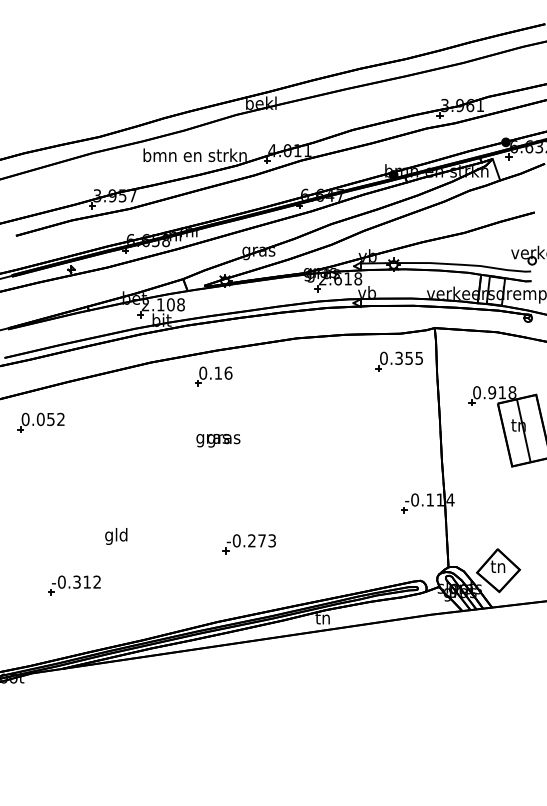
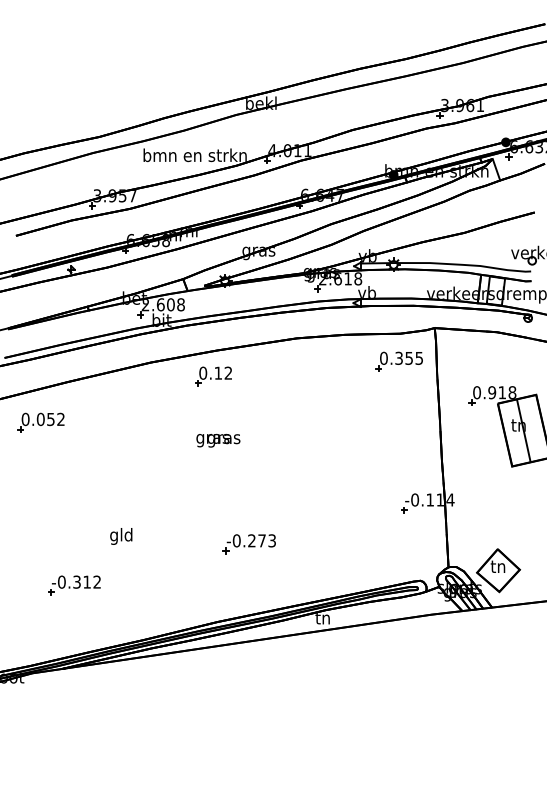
text at (160, 304): 2.108 -> 2.608
text at (228, 372): 0.16 -> 0.12
text at (116, 536) position: (116, 536) -> (121, 536)
